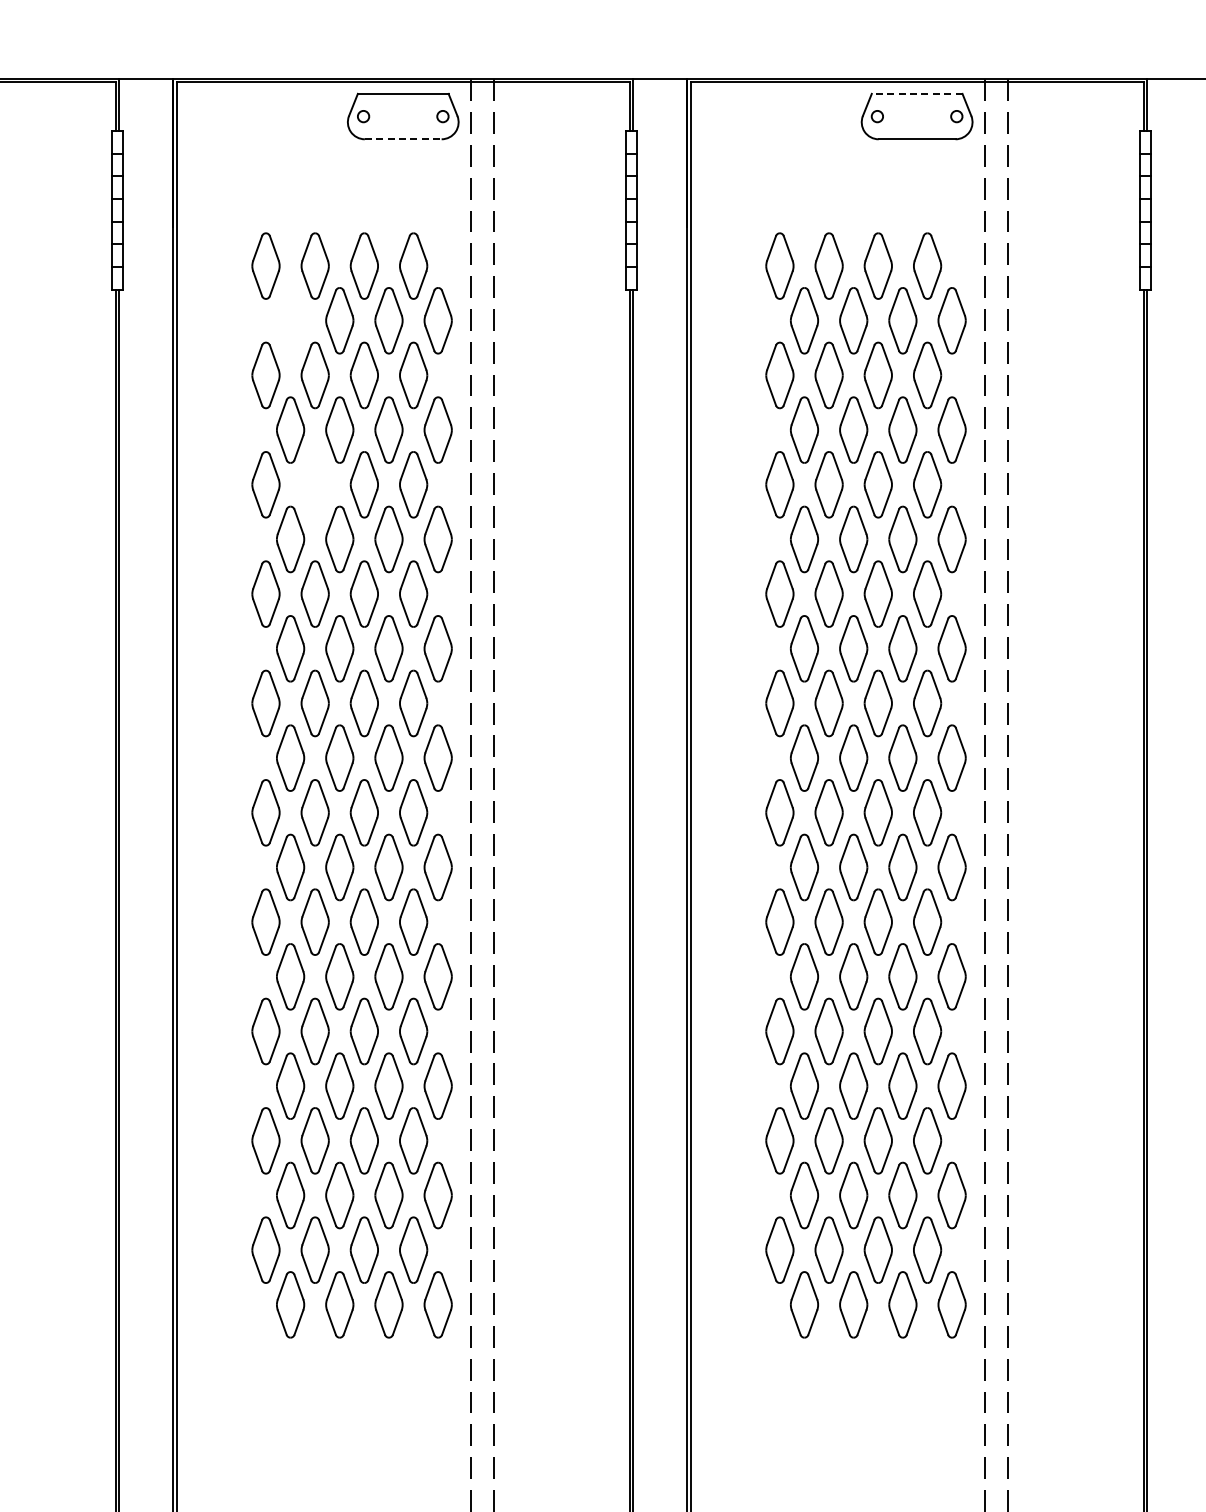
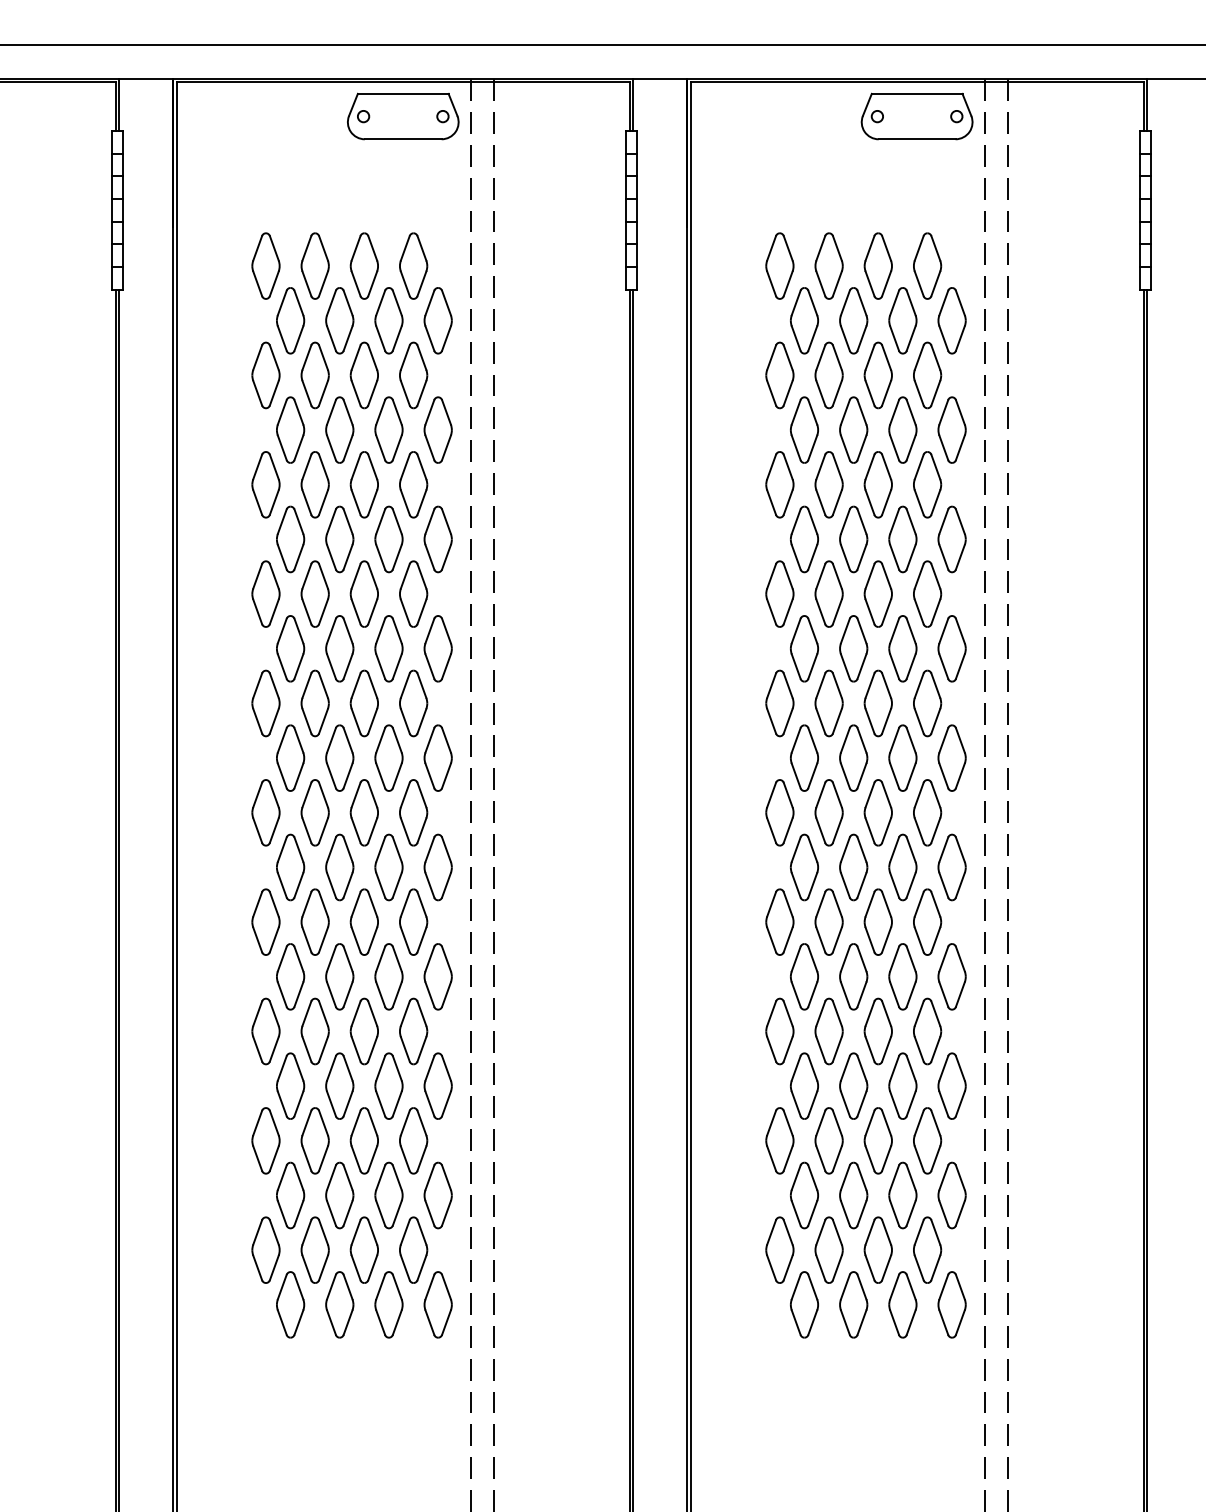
line at (602, 45): none -> present
line at (916, 93): dashed -> solid
line at (403, 139): dashed -> solid
part at (290, 320): none -> present
part at (314, 484): none -> present
